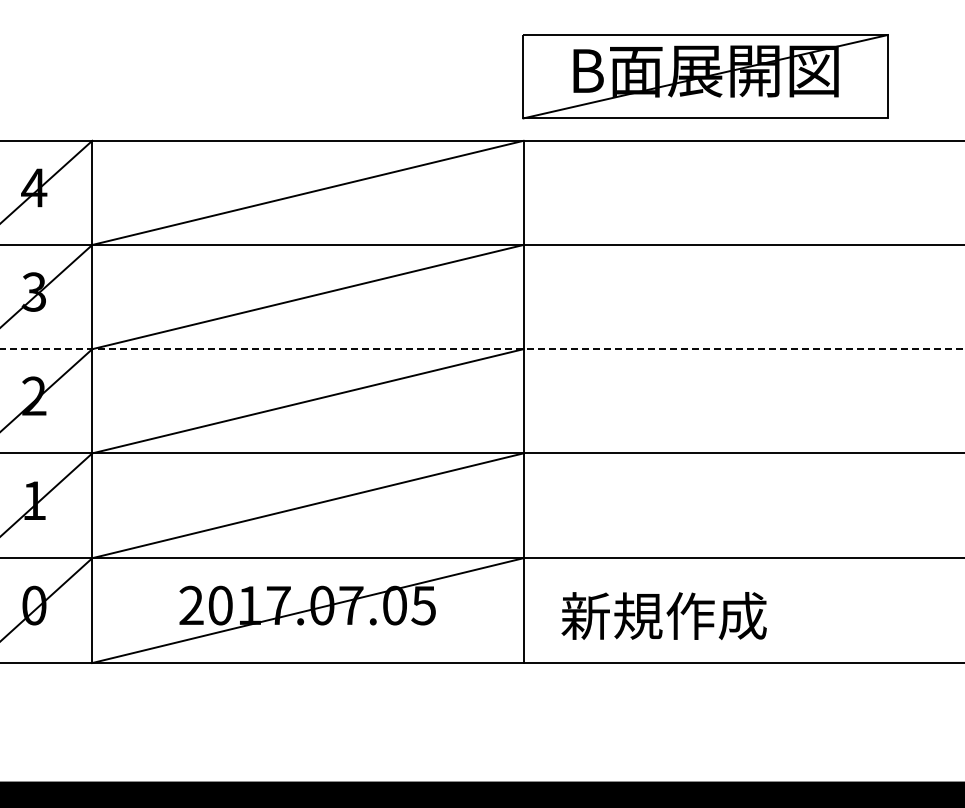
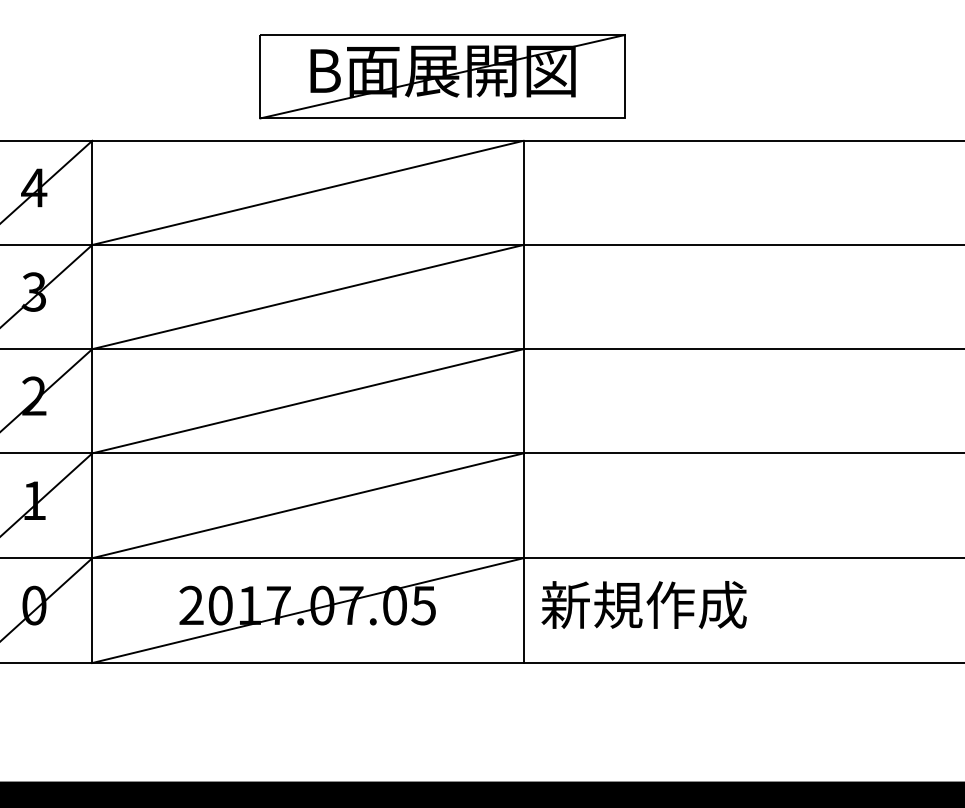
part at (705, 76) position: (705, 76) -> (442, 76)
line at (482, 349): dashed -> solid
text at (663, 615) position: (663, 615) -> (643, 604)
